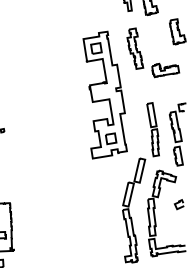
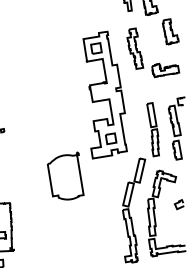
part at (177, 31) position: (177, 31) -> (170, 31)
part at (177, 134) position: (177, 134) -> (176, 128)
part at (65, 175): none -> present
